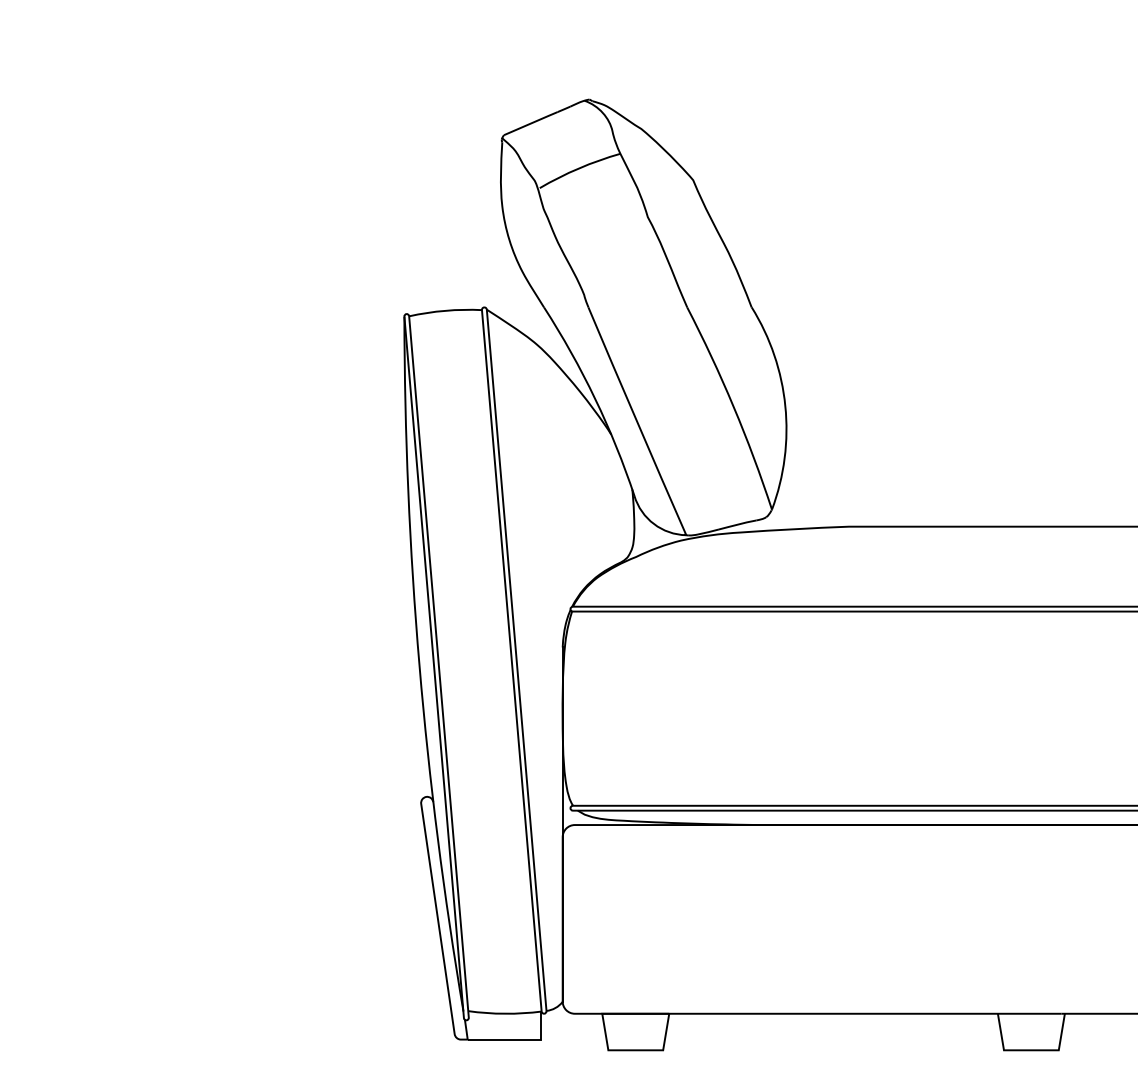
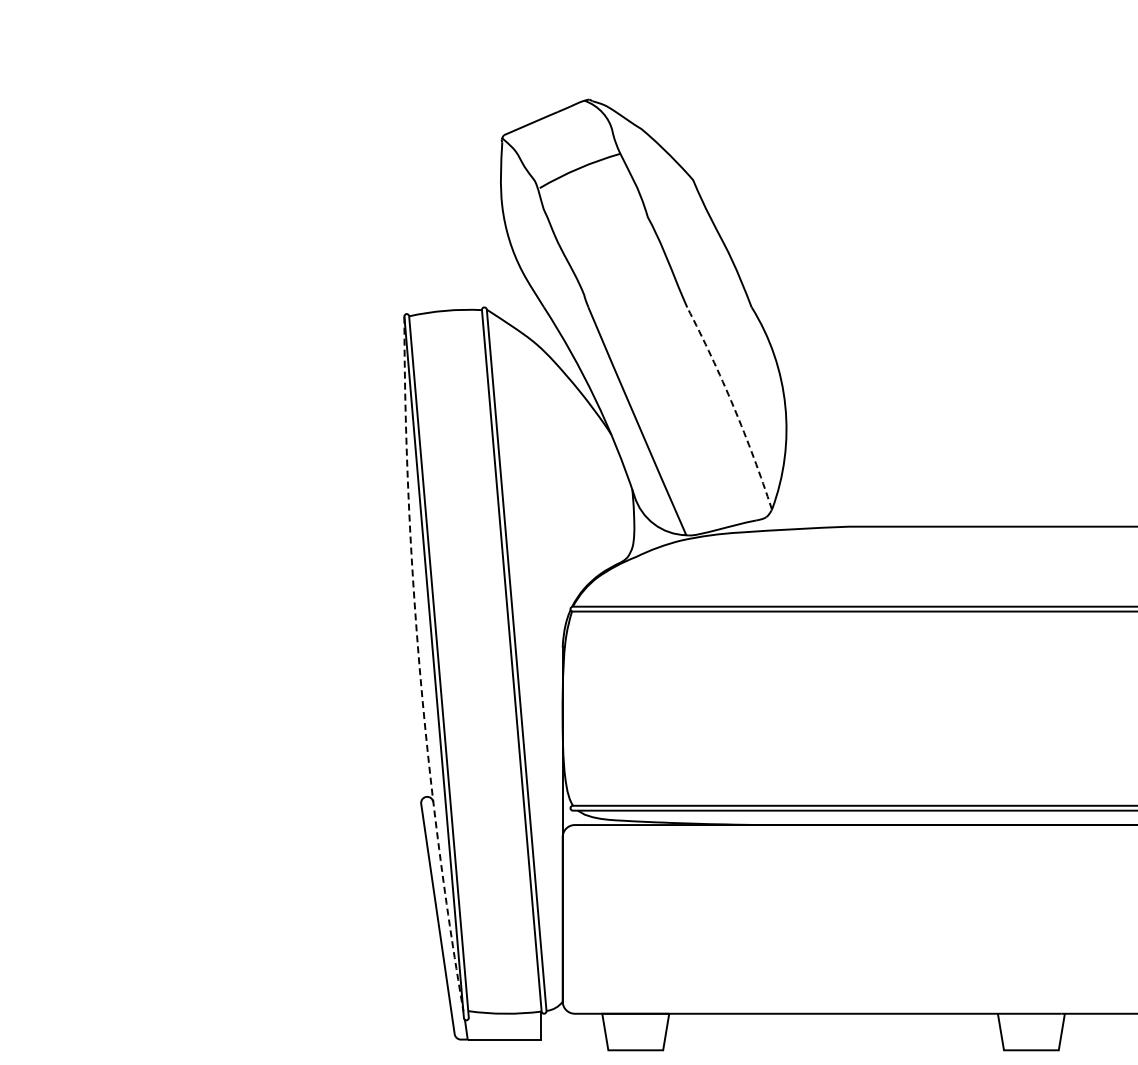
arc at (733, 406): solid -> dashed
arc at (419, 665): solid -> dashed
